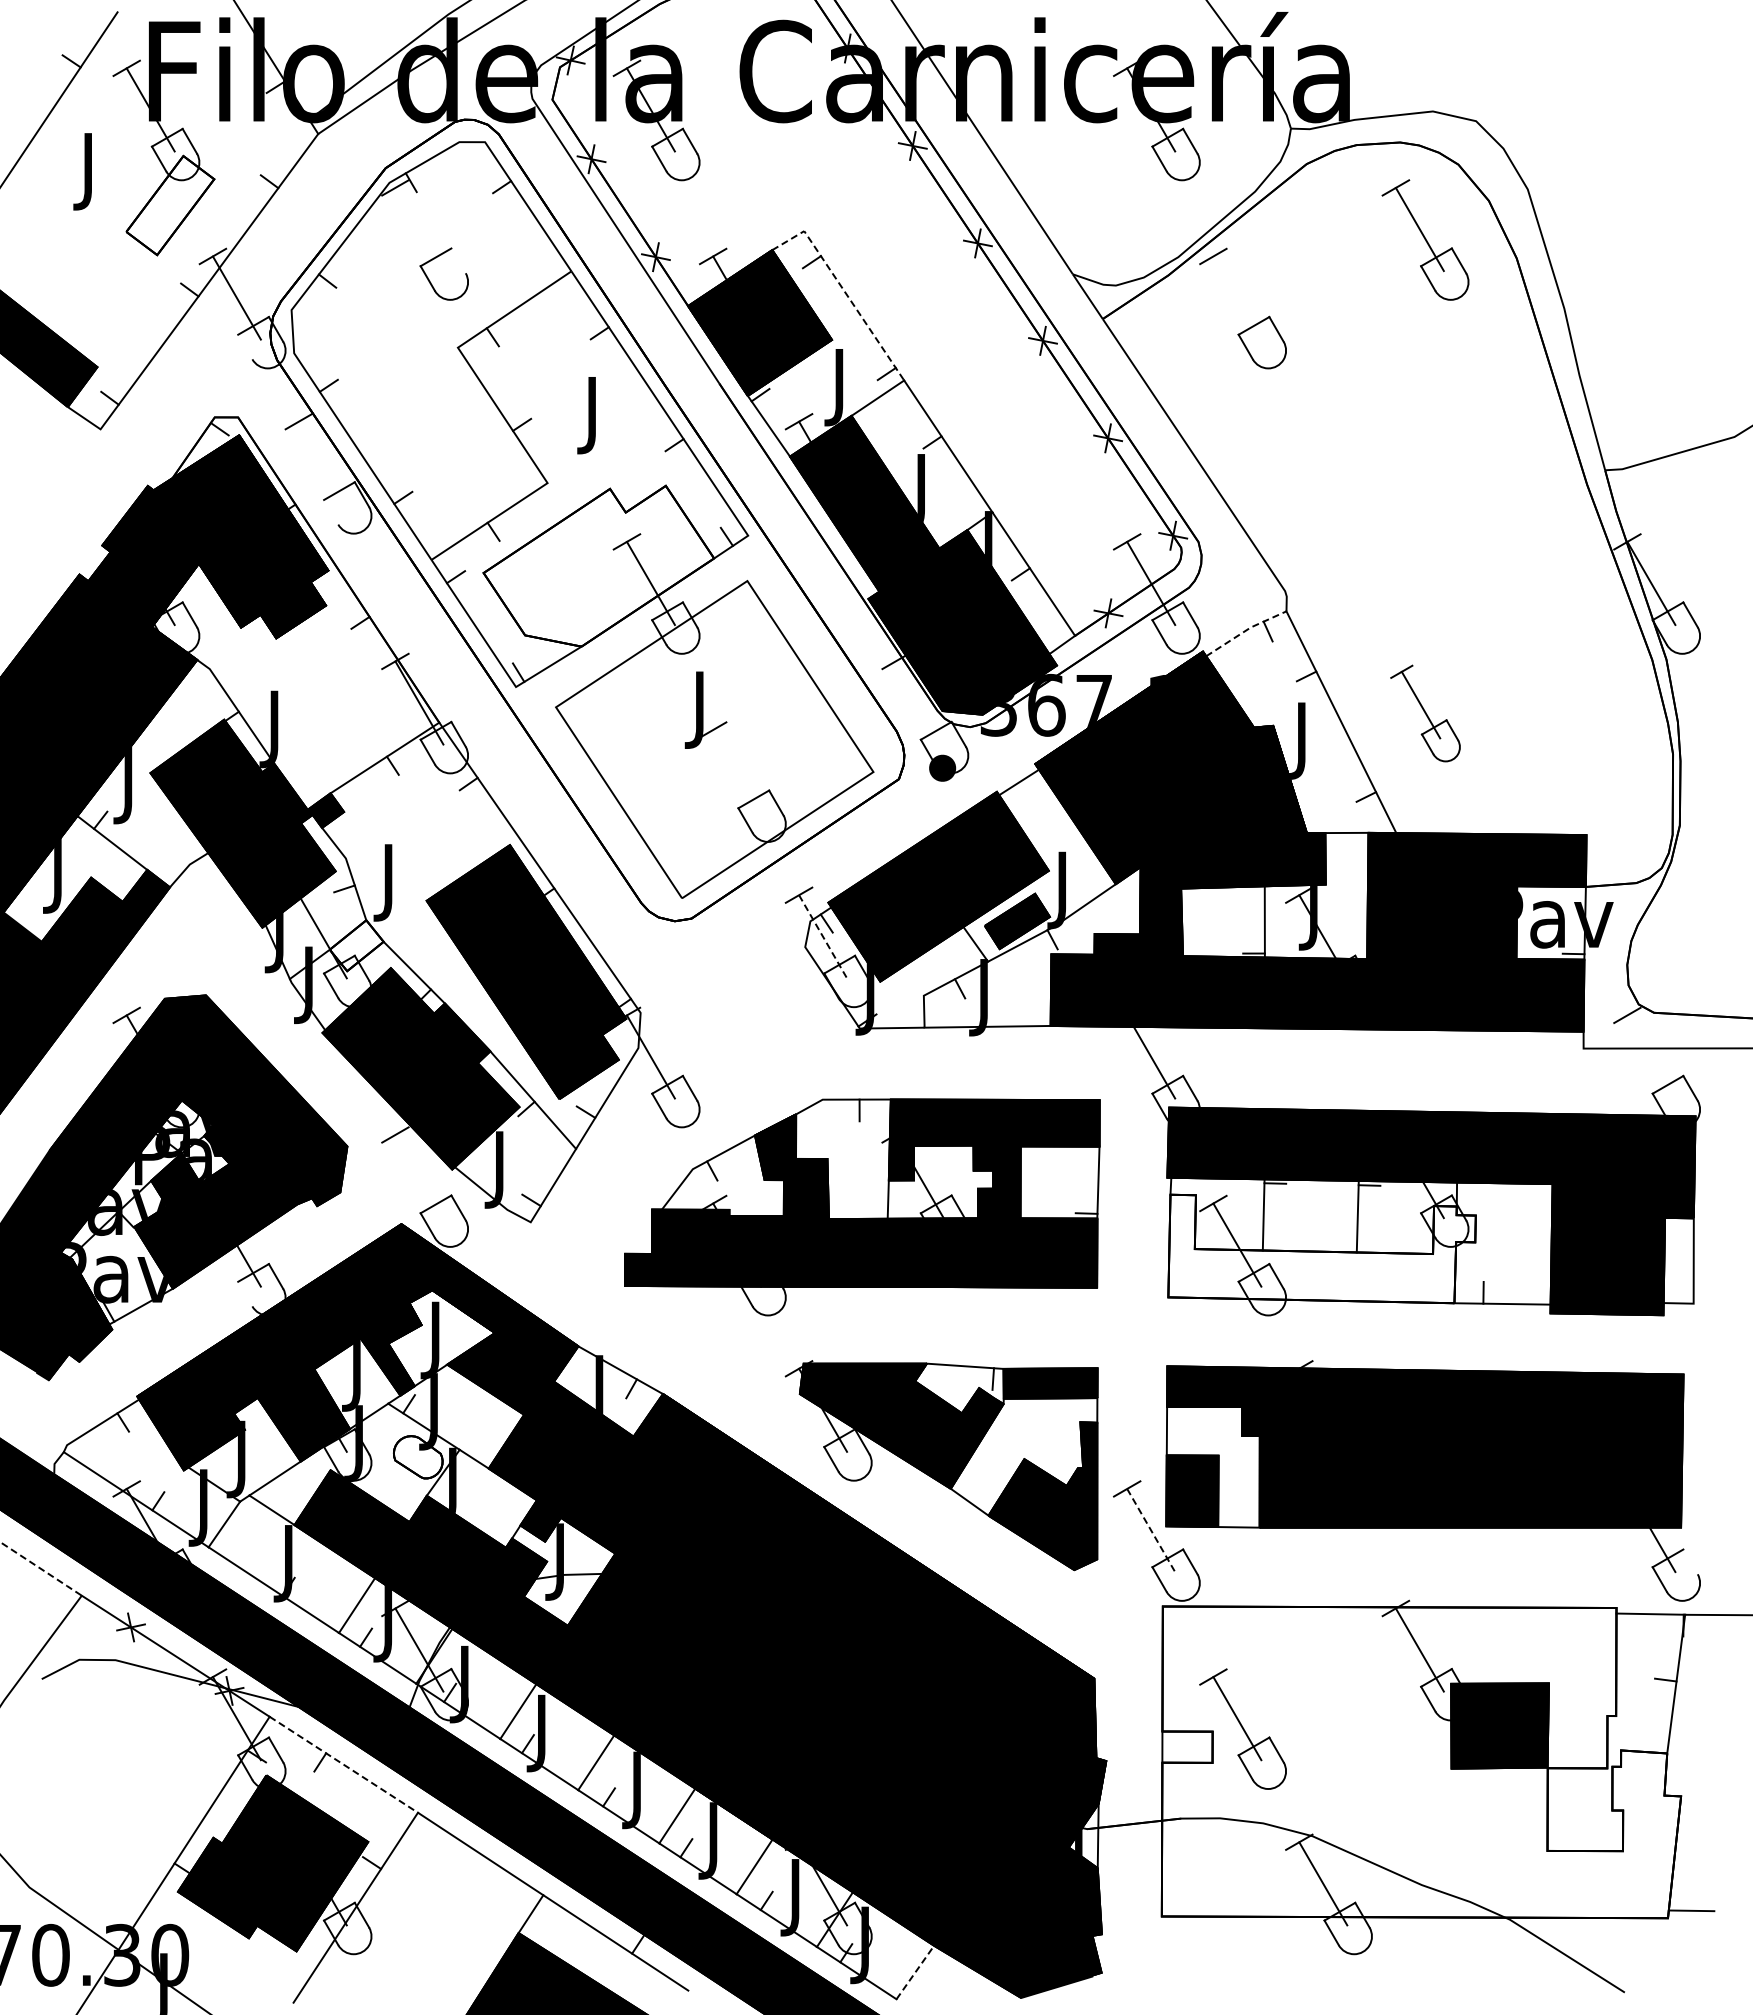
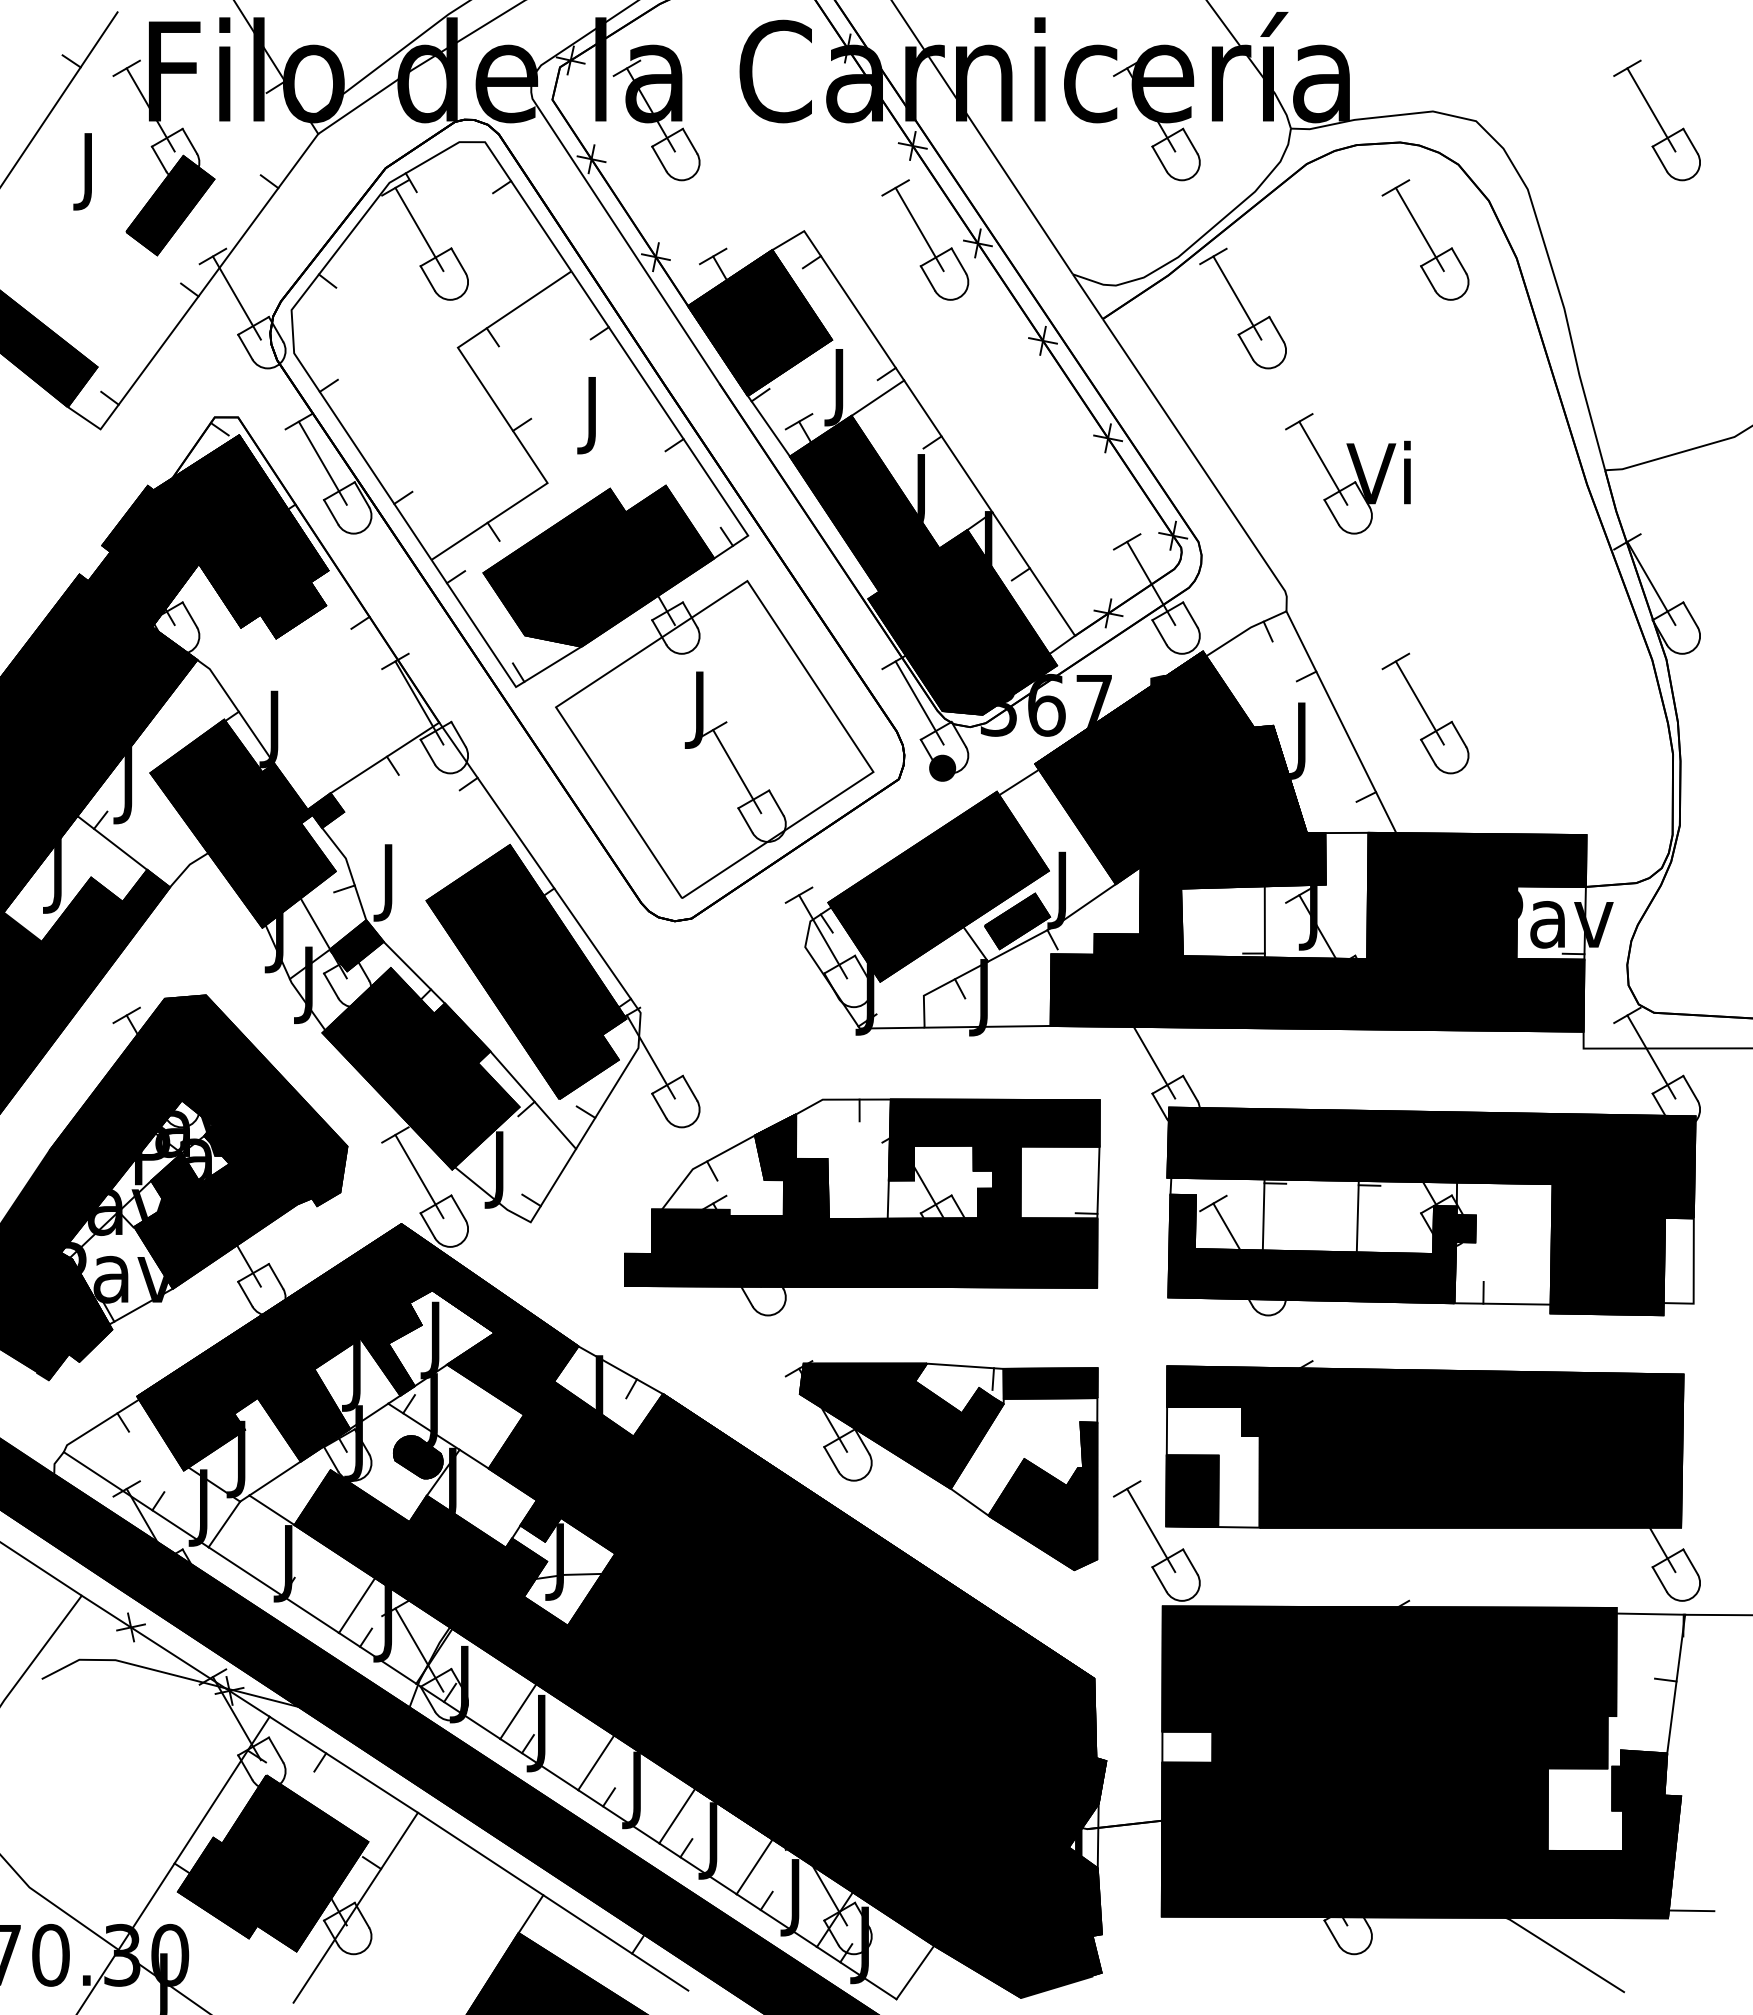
part at (1656, 120): none -> present
fill at (170, 205): none -> present
line at (419, 229): none -> present
part at (925, 239): none -> present
line at (458, 260): none -> present
line at (843, 290): dashed -> solid
line at (1237, 297): none -> present
line at (245, 346): none -> present
line at (322, 462): none -> present
part at (1355, 470): none -> present
line at (331, 511): none -> present
fill at (598, 565): none -> present
line at (1245, 631): dashed -> solid
line at (919, 702): none -> present
part at (1425, 713) size: 71x99 px -> 89x123 px
line at (737, 771): none -> present
line at (823, 936): dashed -> solid
fill at (356, 945): none -> present
line at (1651, 1056): none -> present
line at (419, 1176): none -> present
fill at (1321, 1248): none -> present
line at (245, 1293): none -> present
fill at (417, 1457): none -> present
line at (1151, 1530): dashed -> solid
line at (1690, 1561): none -> present
line at (42, 1569): dashed -> solid
fill at (1421, 1762): none -> present
line at (344, 1765): dashed -> solid
line at (915, 1972): dashed -> solid
